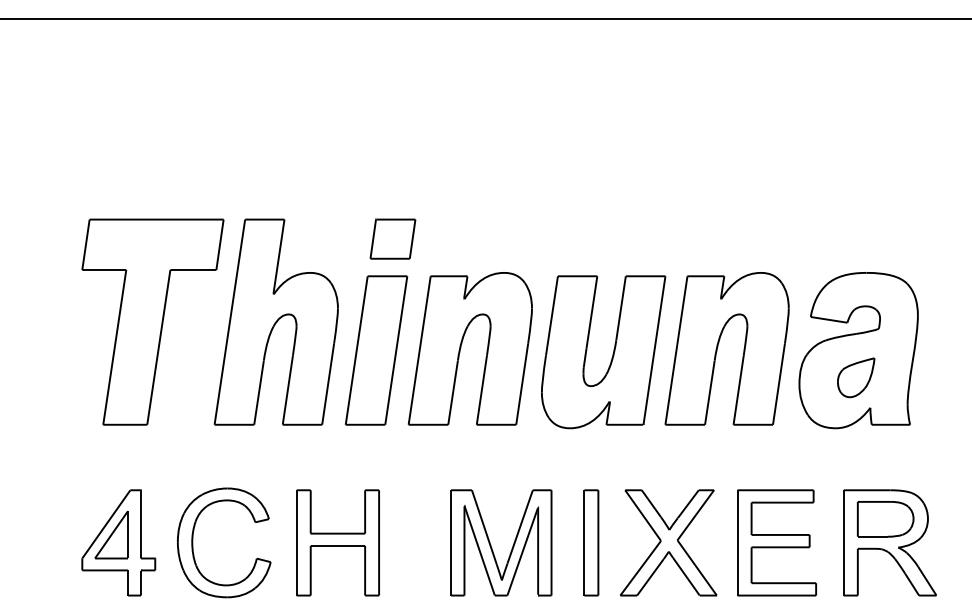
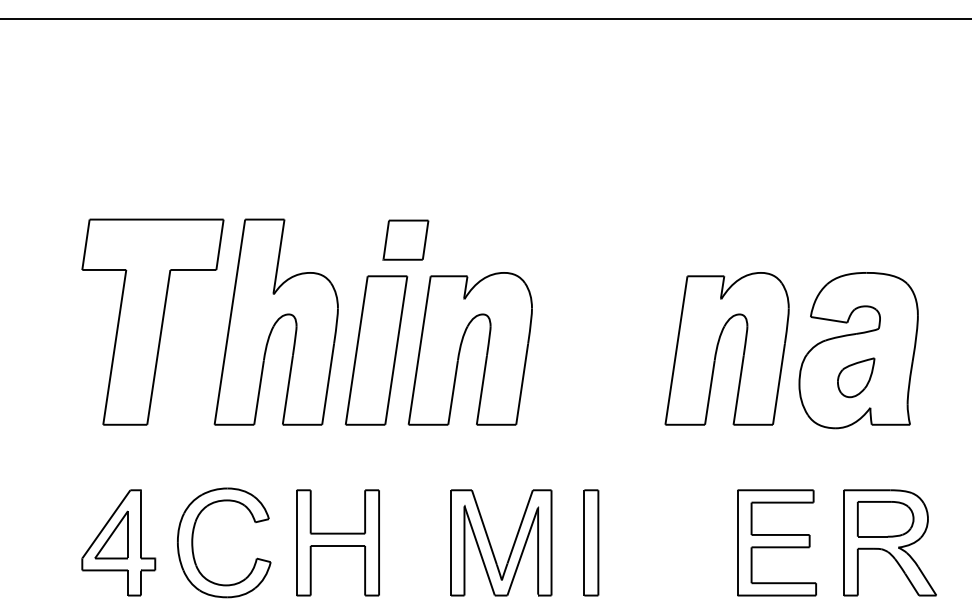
part at (392, 238) position: (392, 238) -> (405, 239)
part at (612, 353): present -> none
part at (668, 542): present -> none
